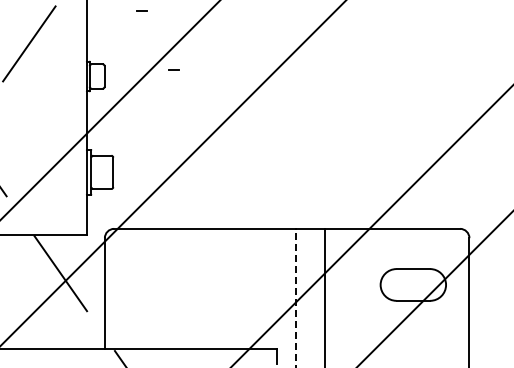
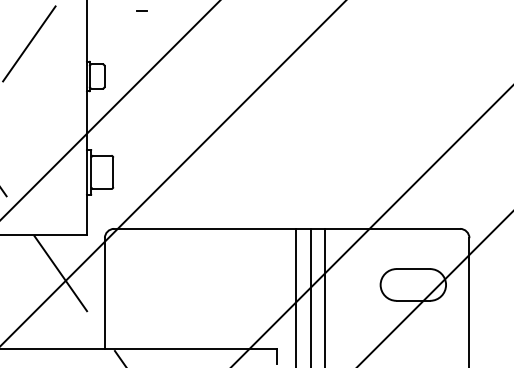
line at (173, 69): present -> none
line at (310, 296): none -> present
line at (295, 297): dashed -> solid
